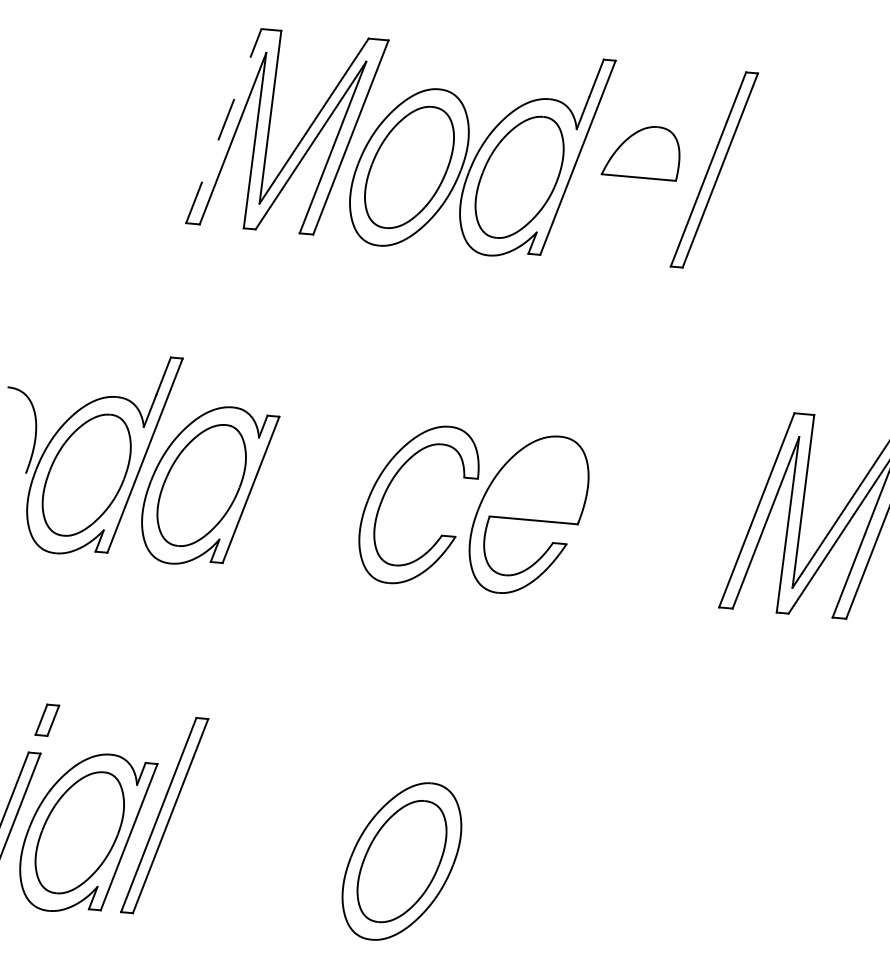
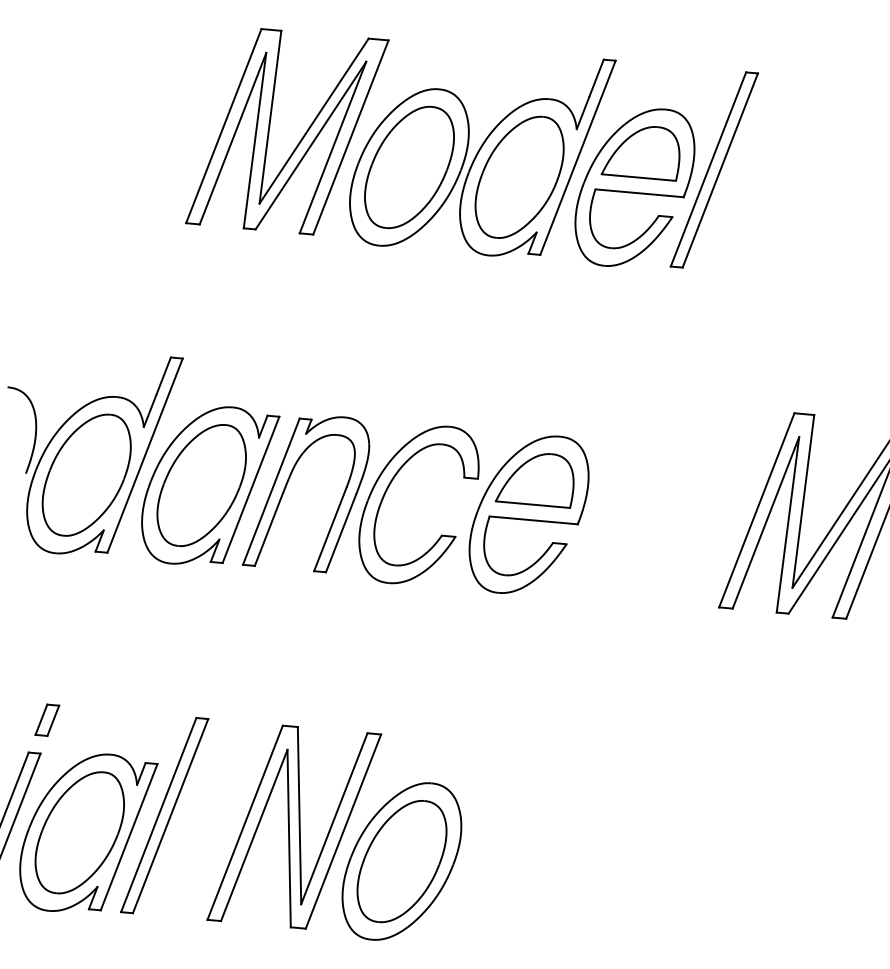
line at (224, 125): dashed -> solid
part at (634, 187): none -> present
part at (534, 480): none -> present
part at (287, 485): none -> present
part at (294, 826): none -> present
